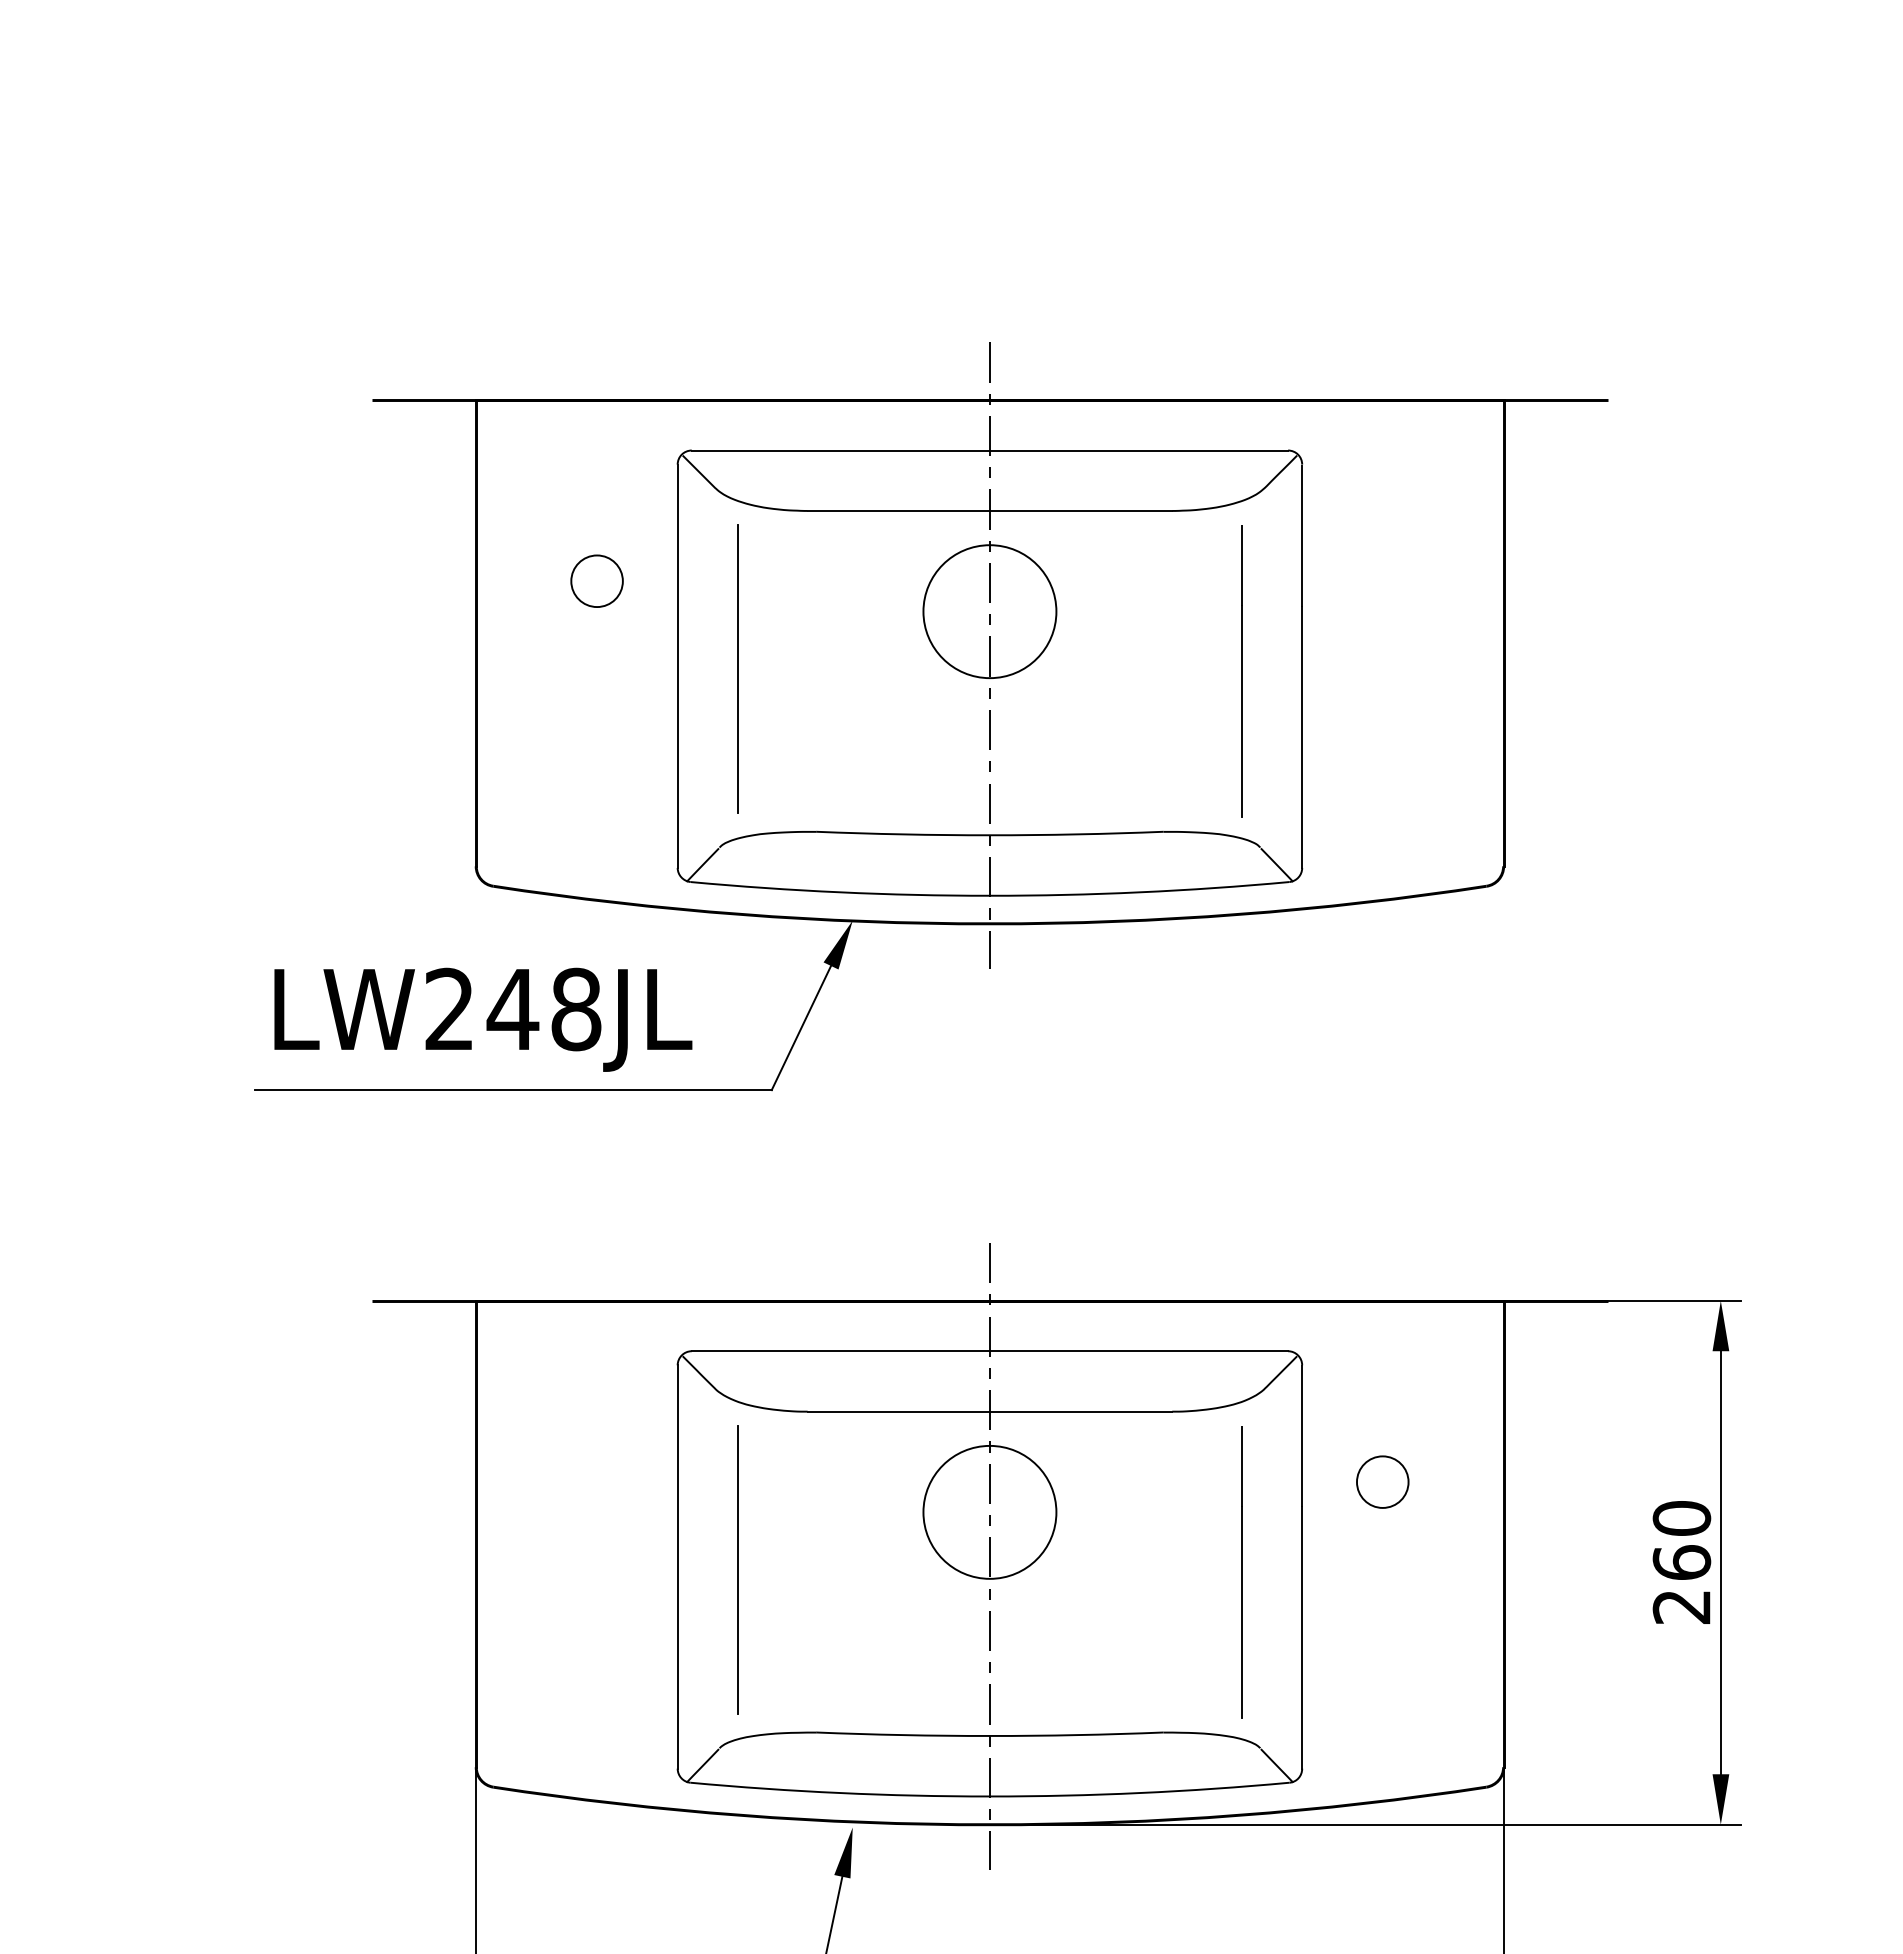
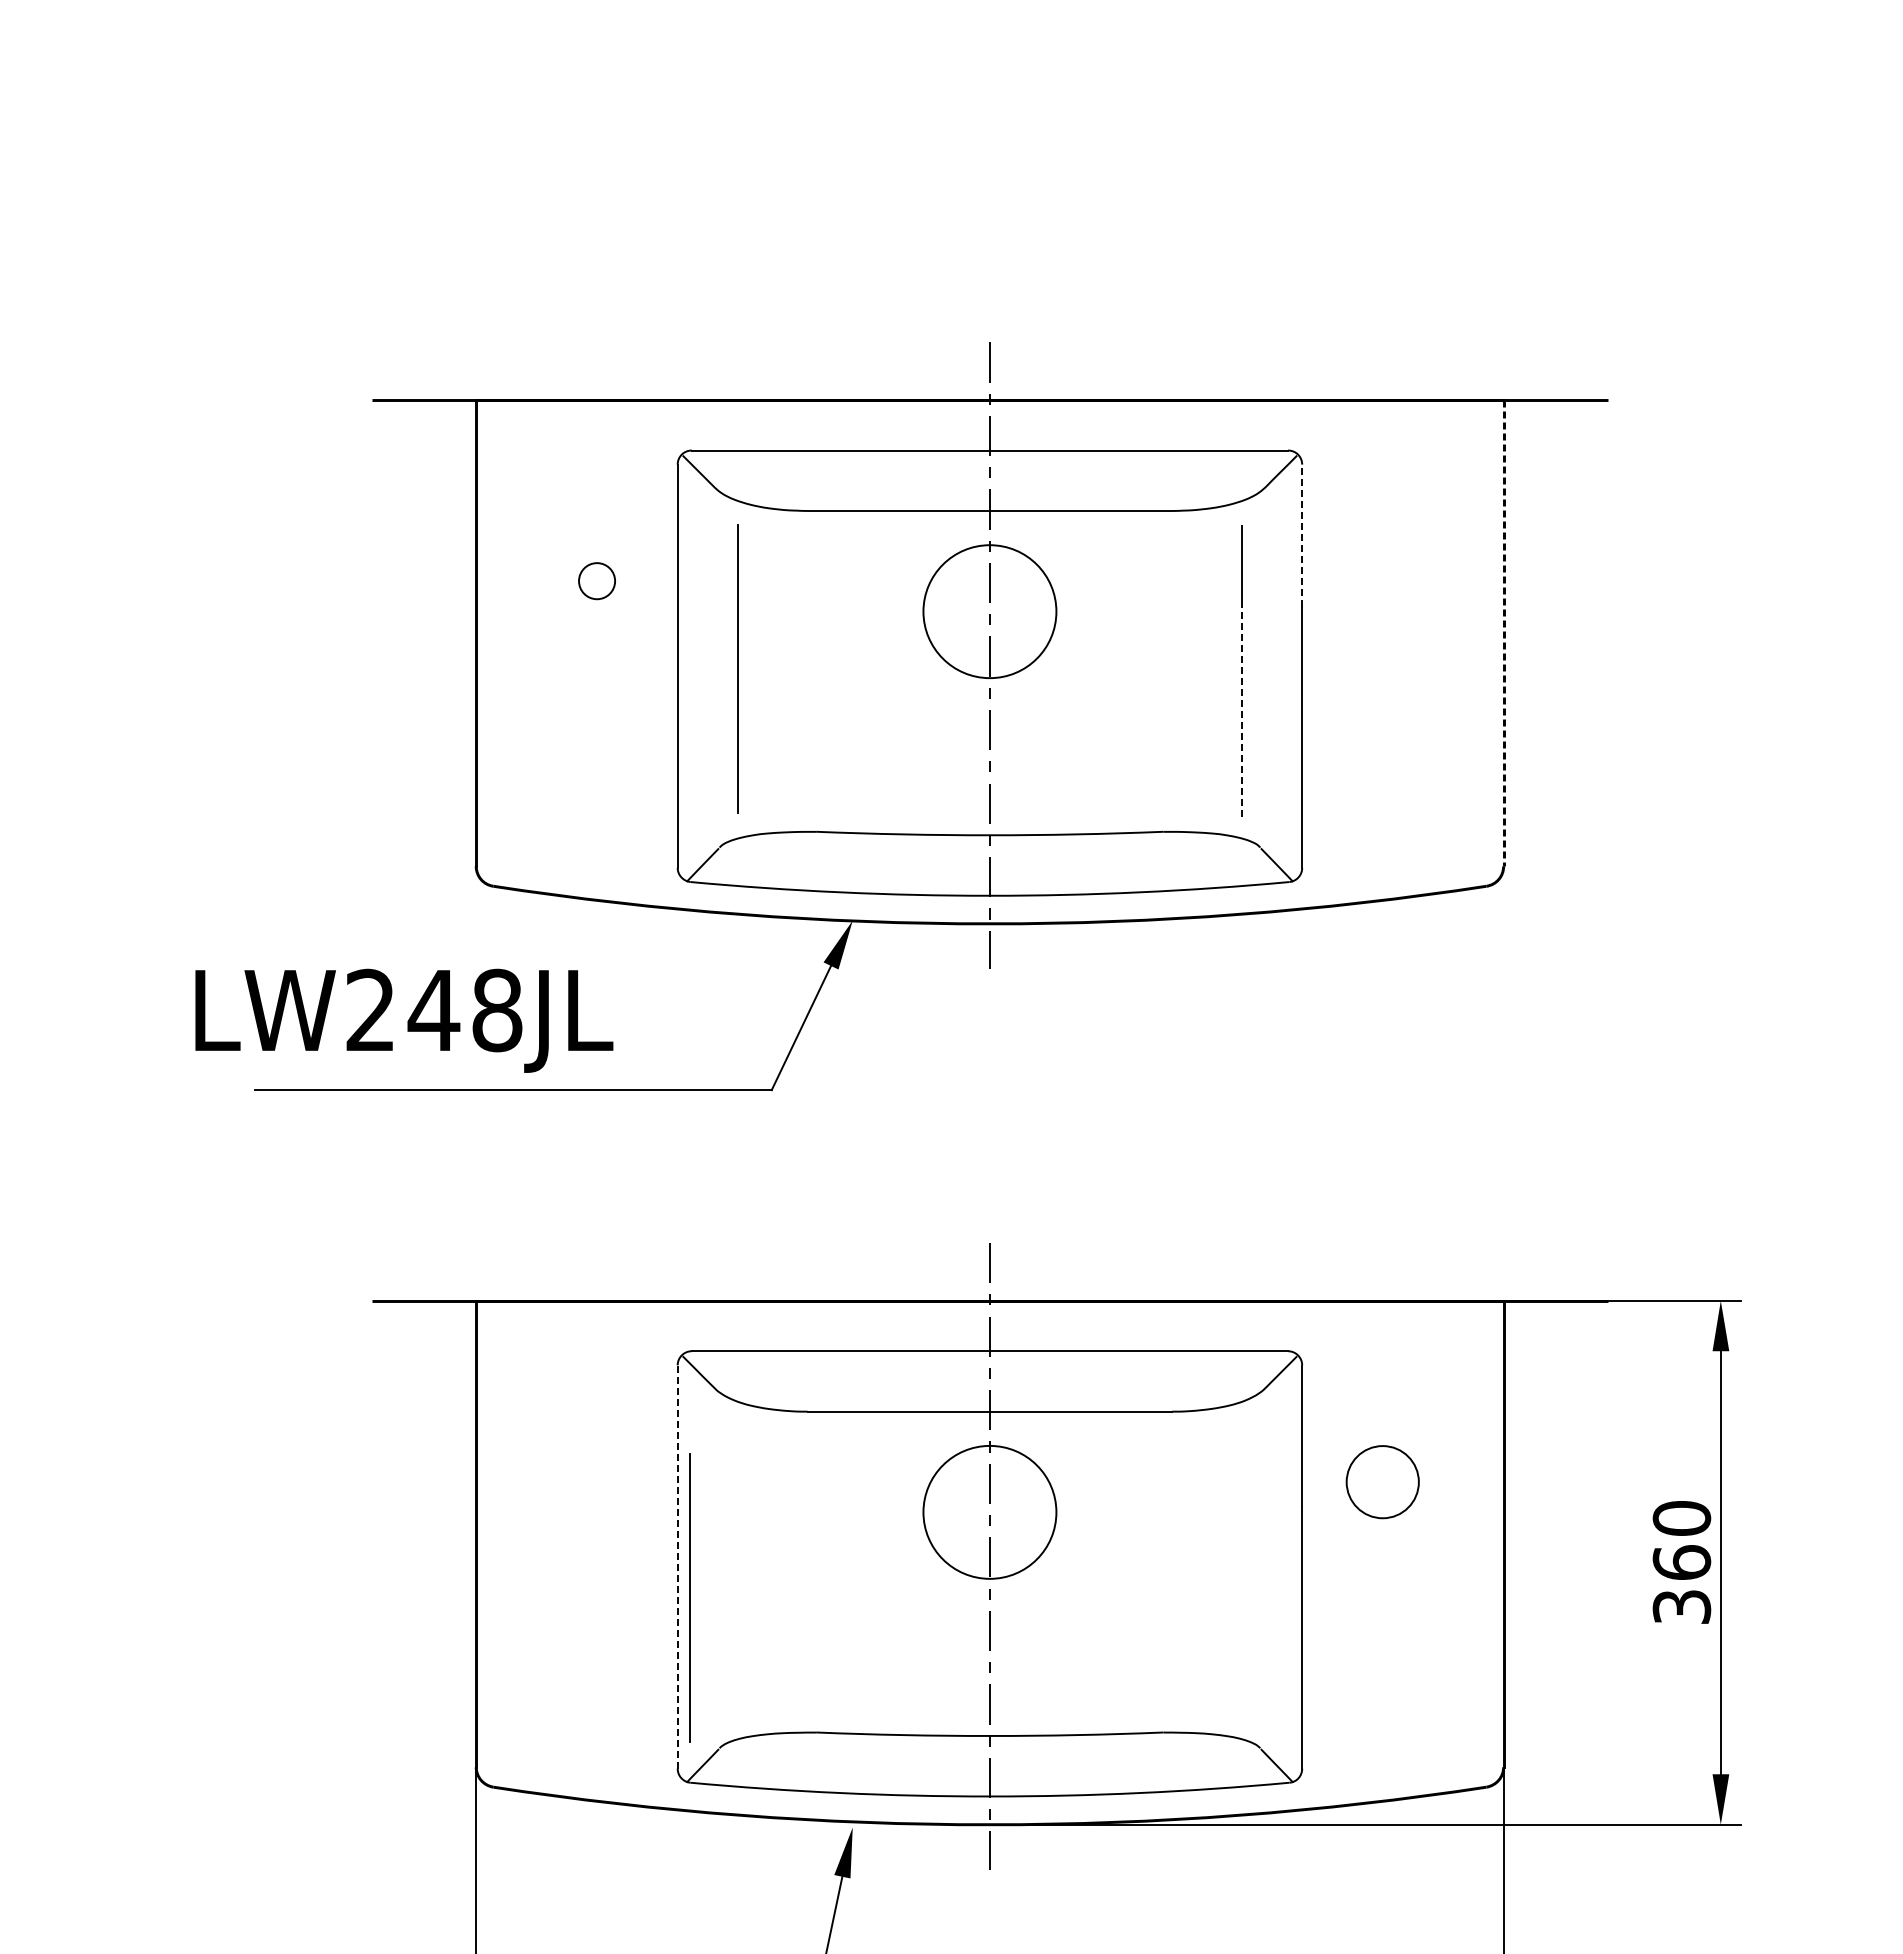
line at (1302, 535): solid -> dashed
circle at (596, 580) size: 54x54 px -> 38x39 px
line at (1503, 633): solid -> dashed
line at (1241, 711): solid -> dashed
text at (483, 1019) position: (483, 1019) -> (404, 1020)
circle at (1382, 1481) diameter: 52 px -> 72 px
line at (677, 1566): solid -> dashed
line at (737, 1569) position: (737, 1569) -> (689, 1597)
line at (1241, 1572): present -> none
text at (1681, 1606): 260 -> 360
